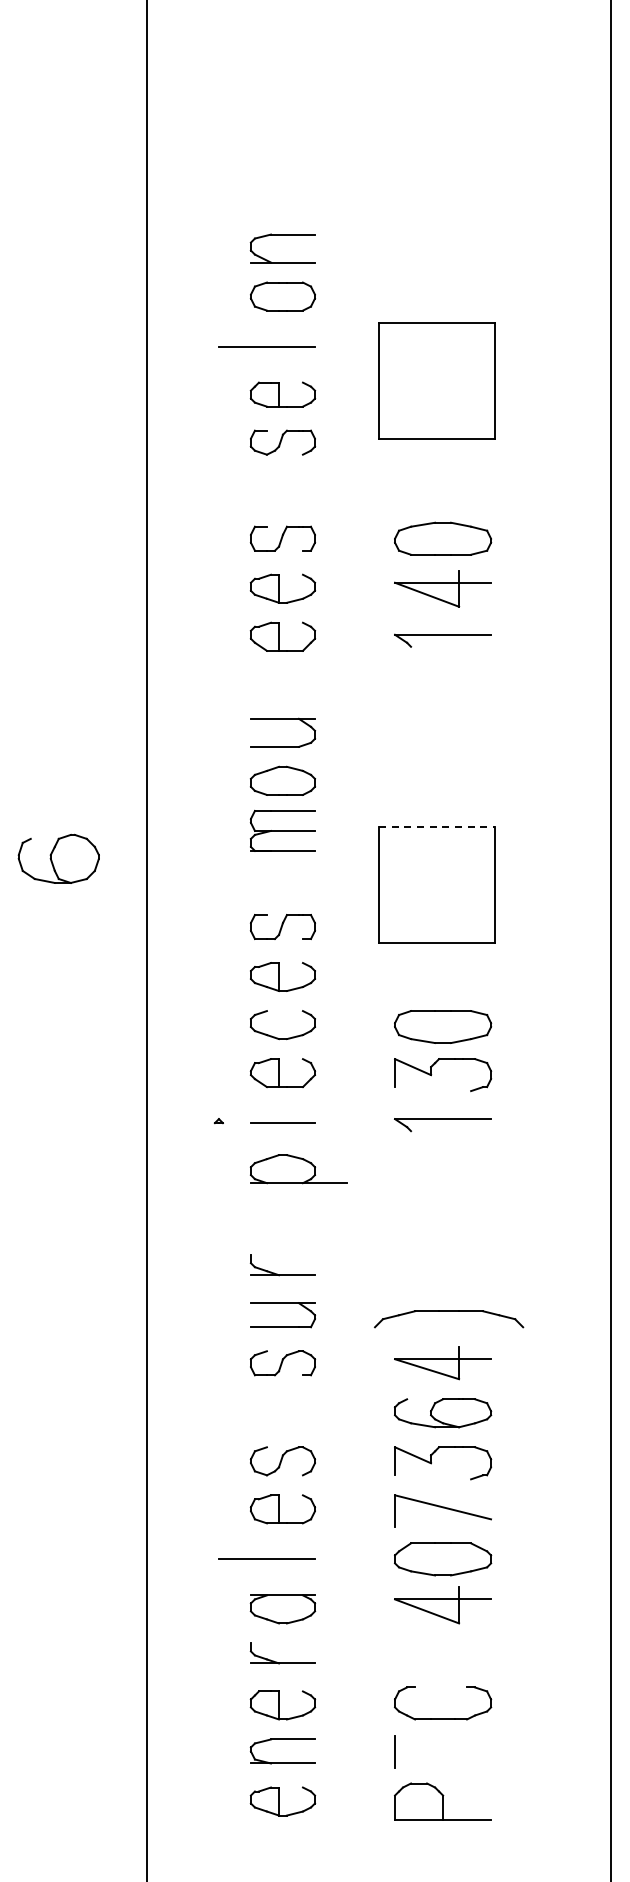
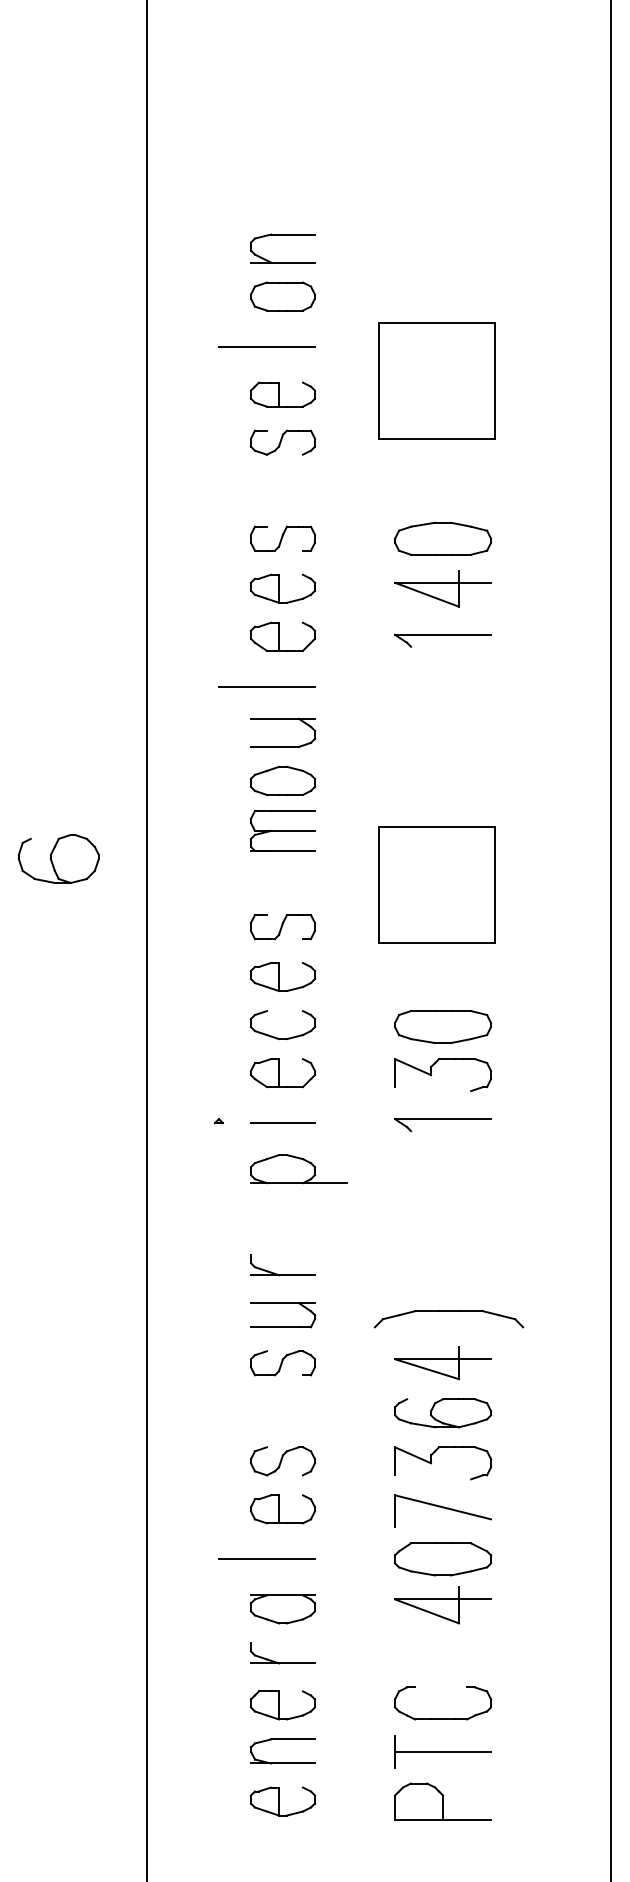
line at (266, 686): none -> present
line at (437, 826): dashed -> solid
line at (443, 1751): none -> present
